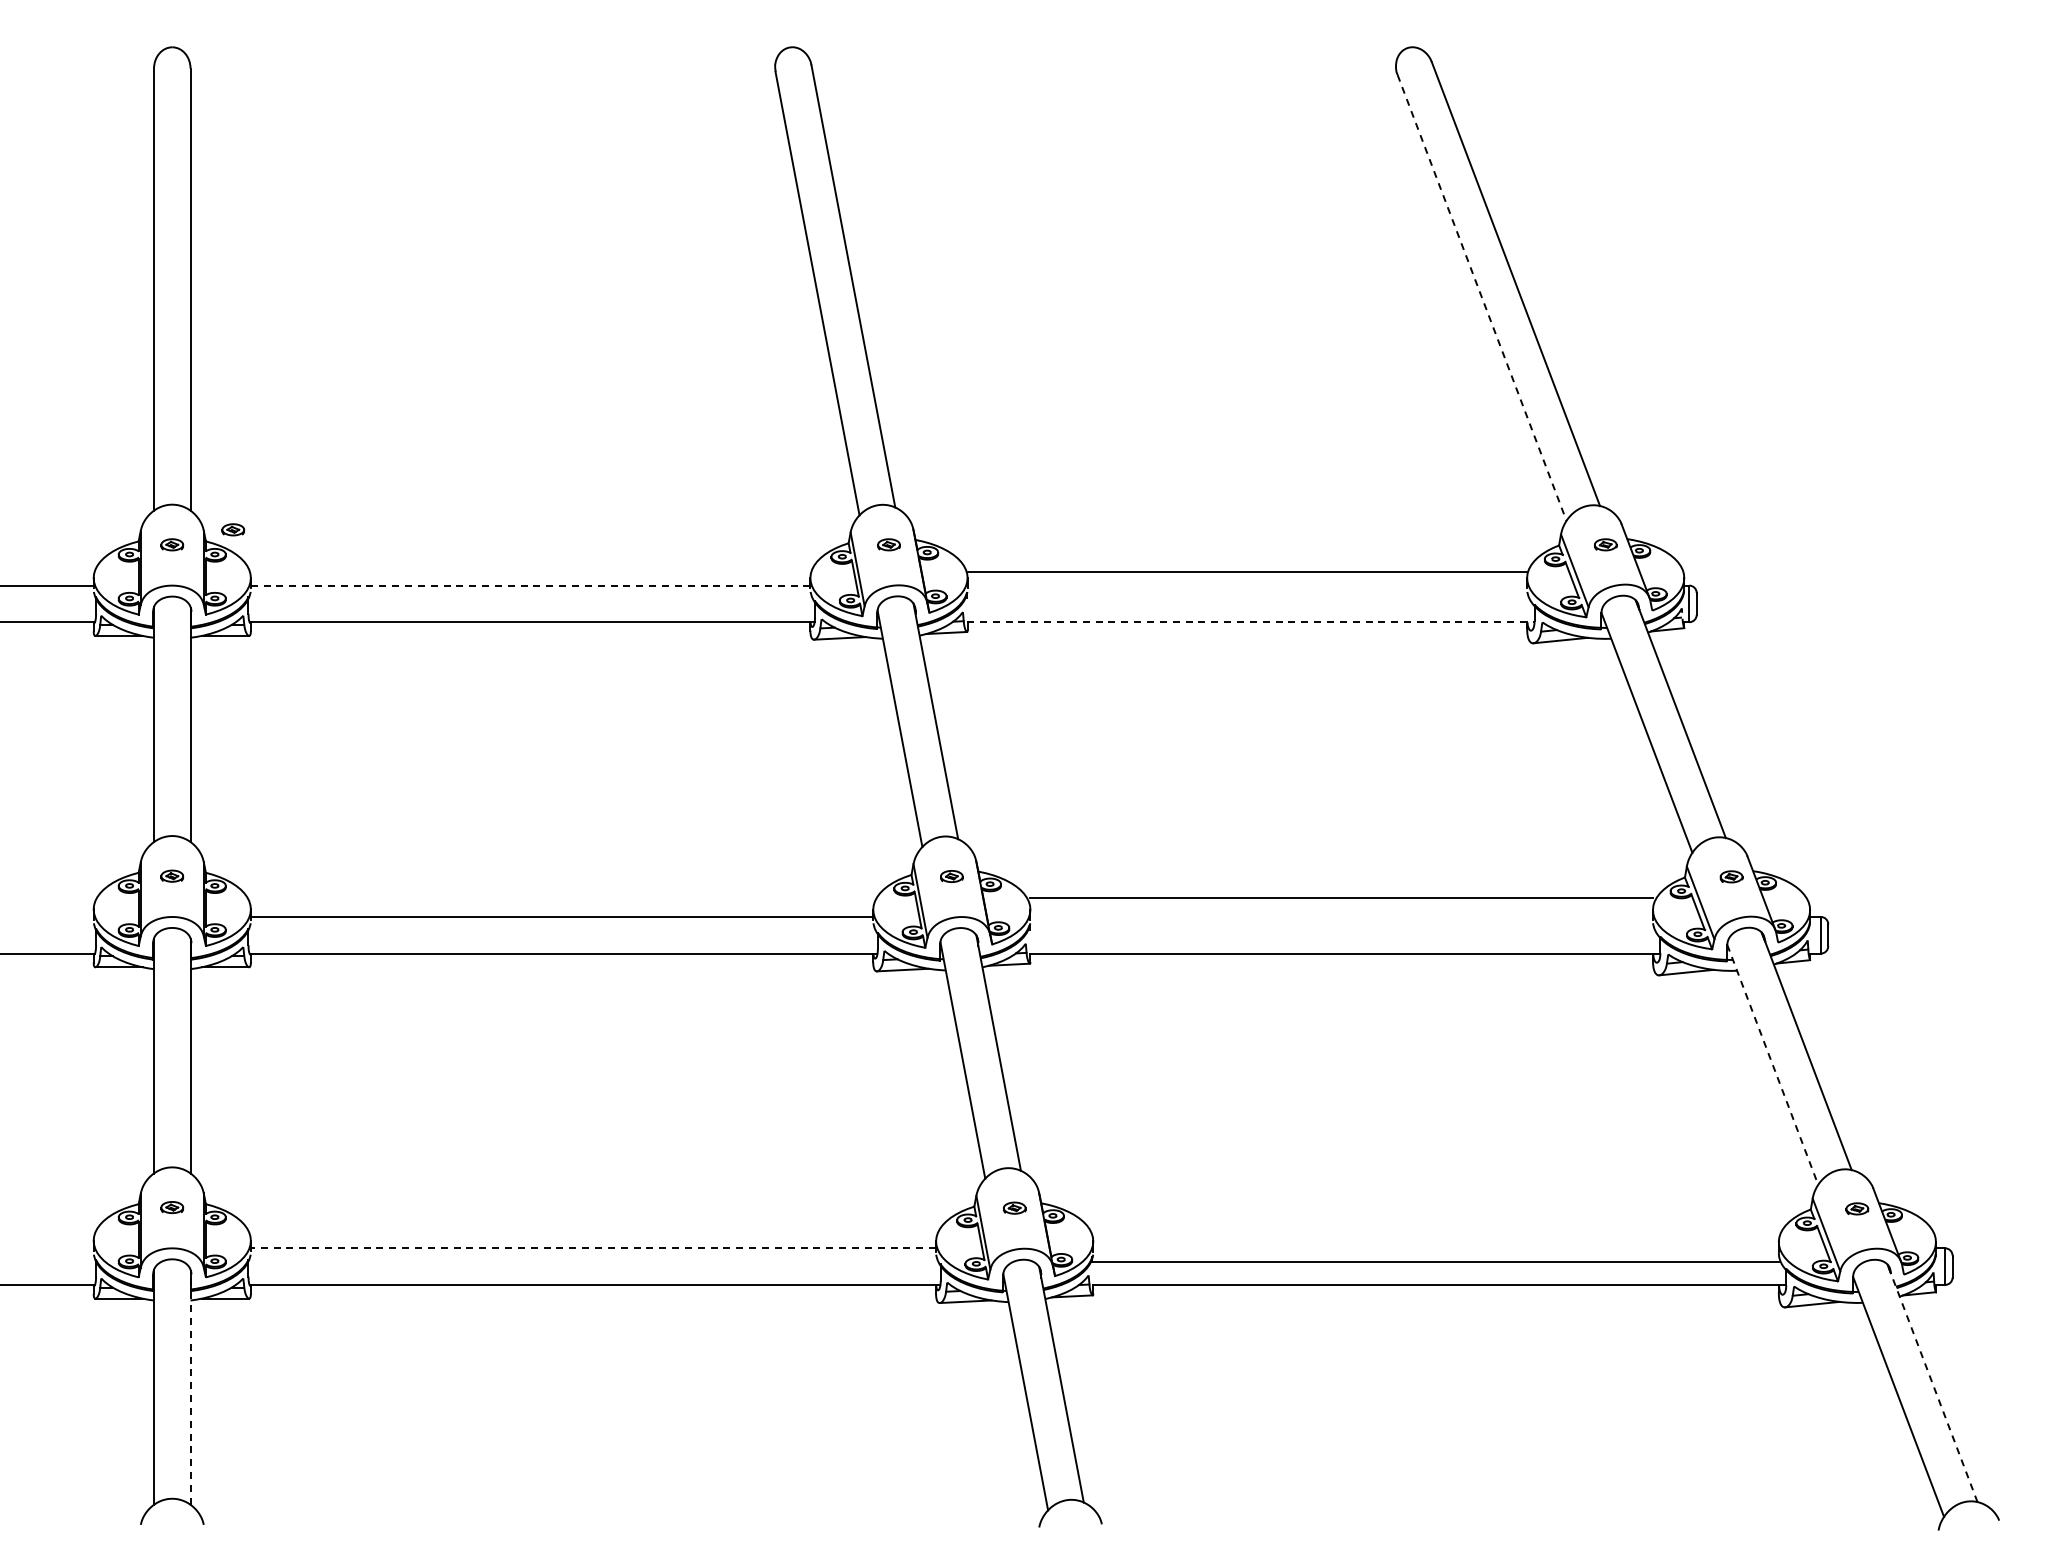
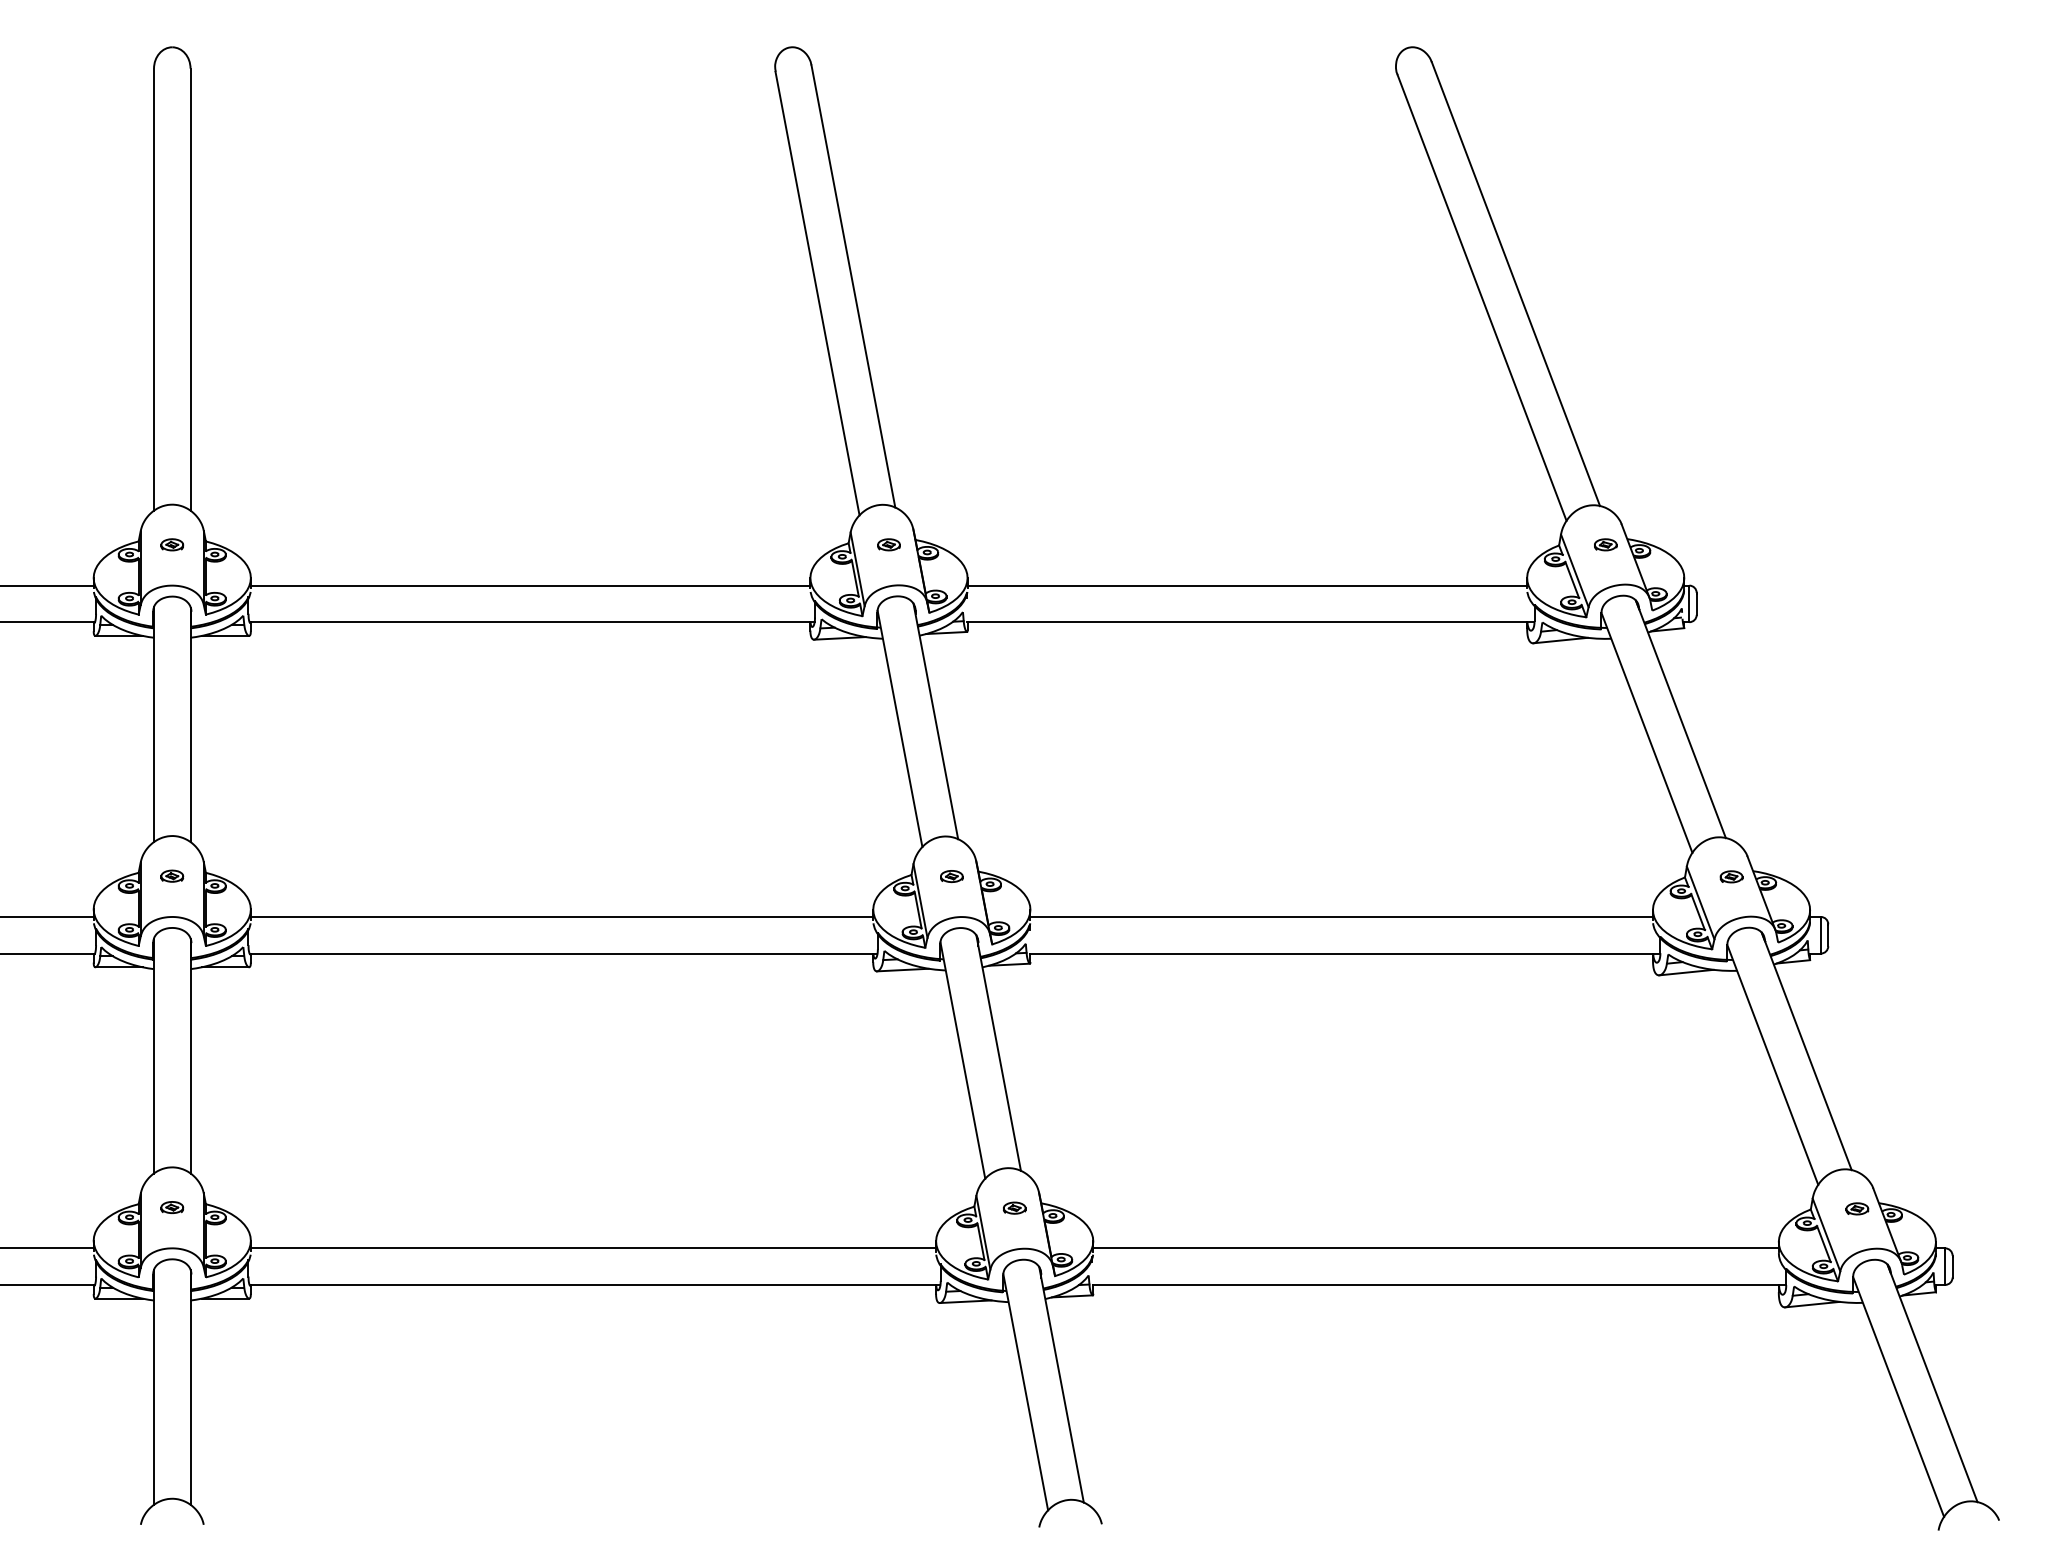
line at (1482, 298): dashed -> solid
part at (233, 529): present -> none
line at (1247, 571) position: (1247, 571) -> (1247, 585)
line at (530, 585): dashed -> solid
line at (1250, 622): dashed -> solid
line at (1341, 898) position: (1341, 898) -> (1341, 917)
line at (47, 917): none -> present
line at (1772, 1065): dashed -> solid
line at (47, 1248): none -> present
line at (593, 1248): dashed -> solid
line at (1435, 1262) position: (1435, 1262) -> (1435, 1248)
line at (1932, 1383): dashed -> solid
line at (190, 1387): dashed -> solid
